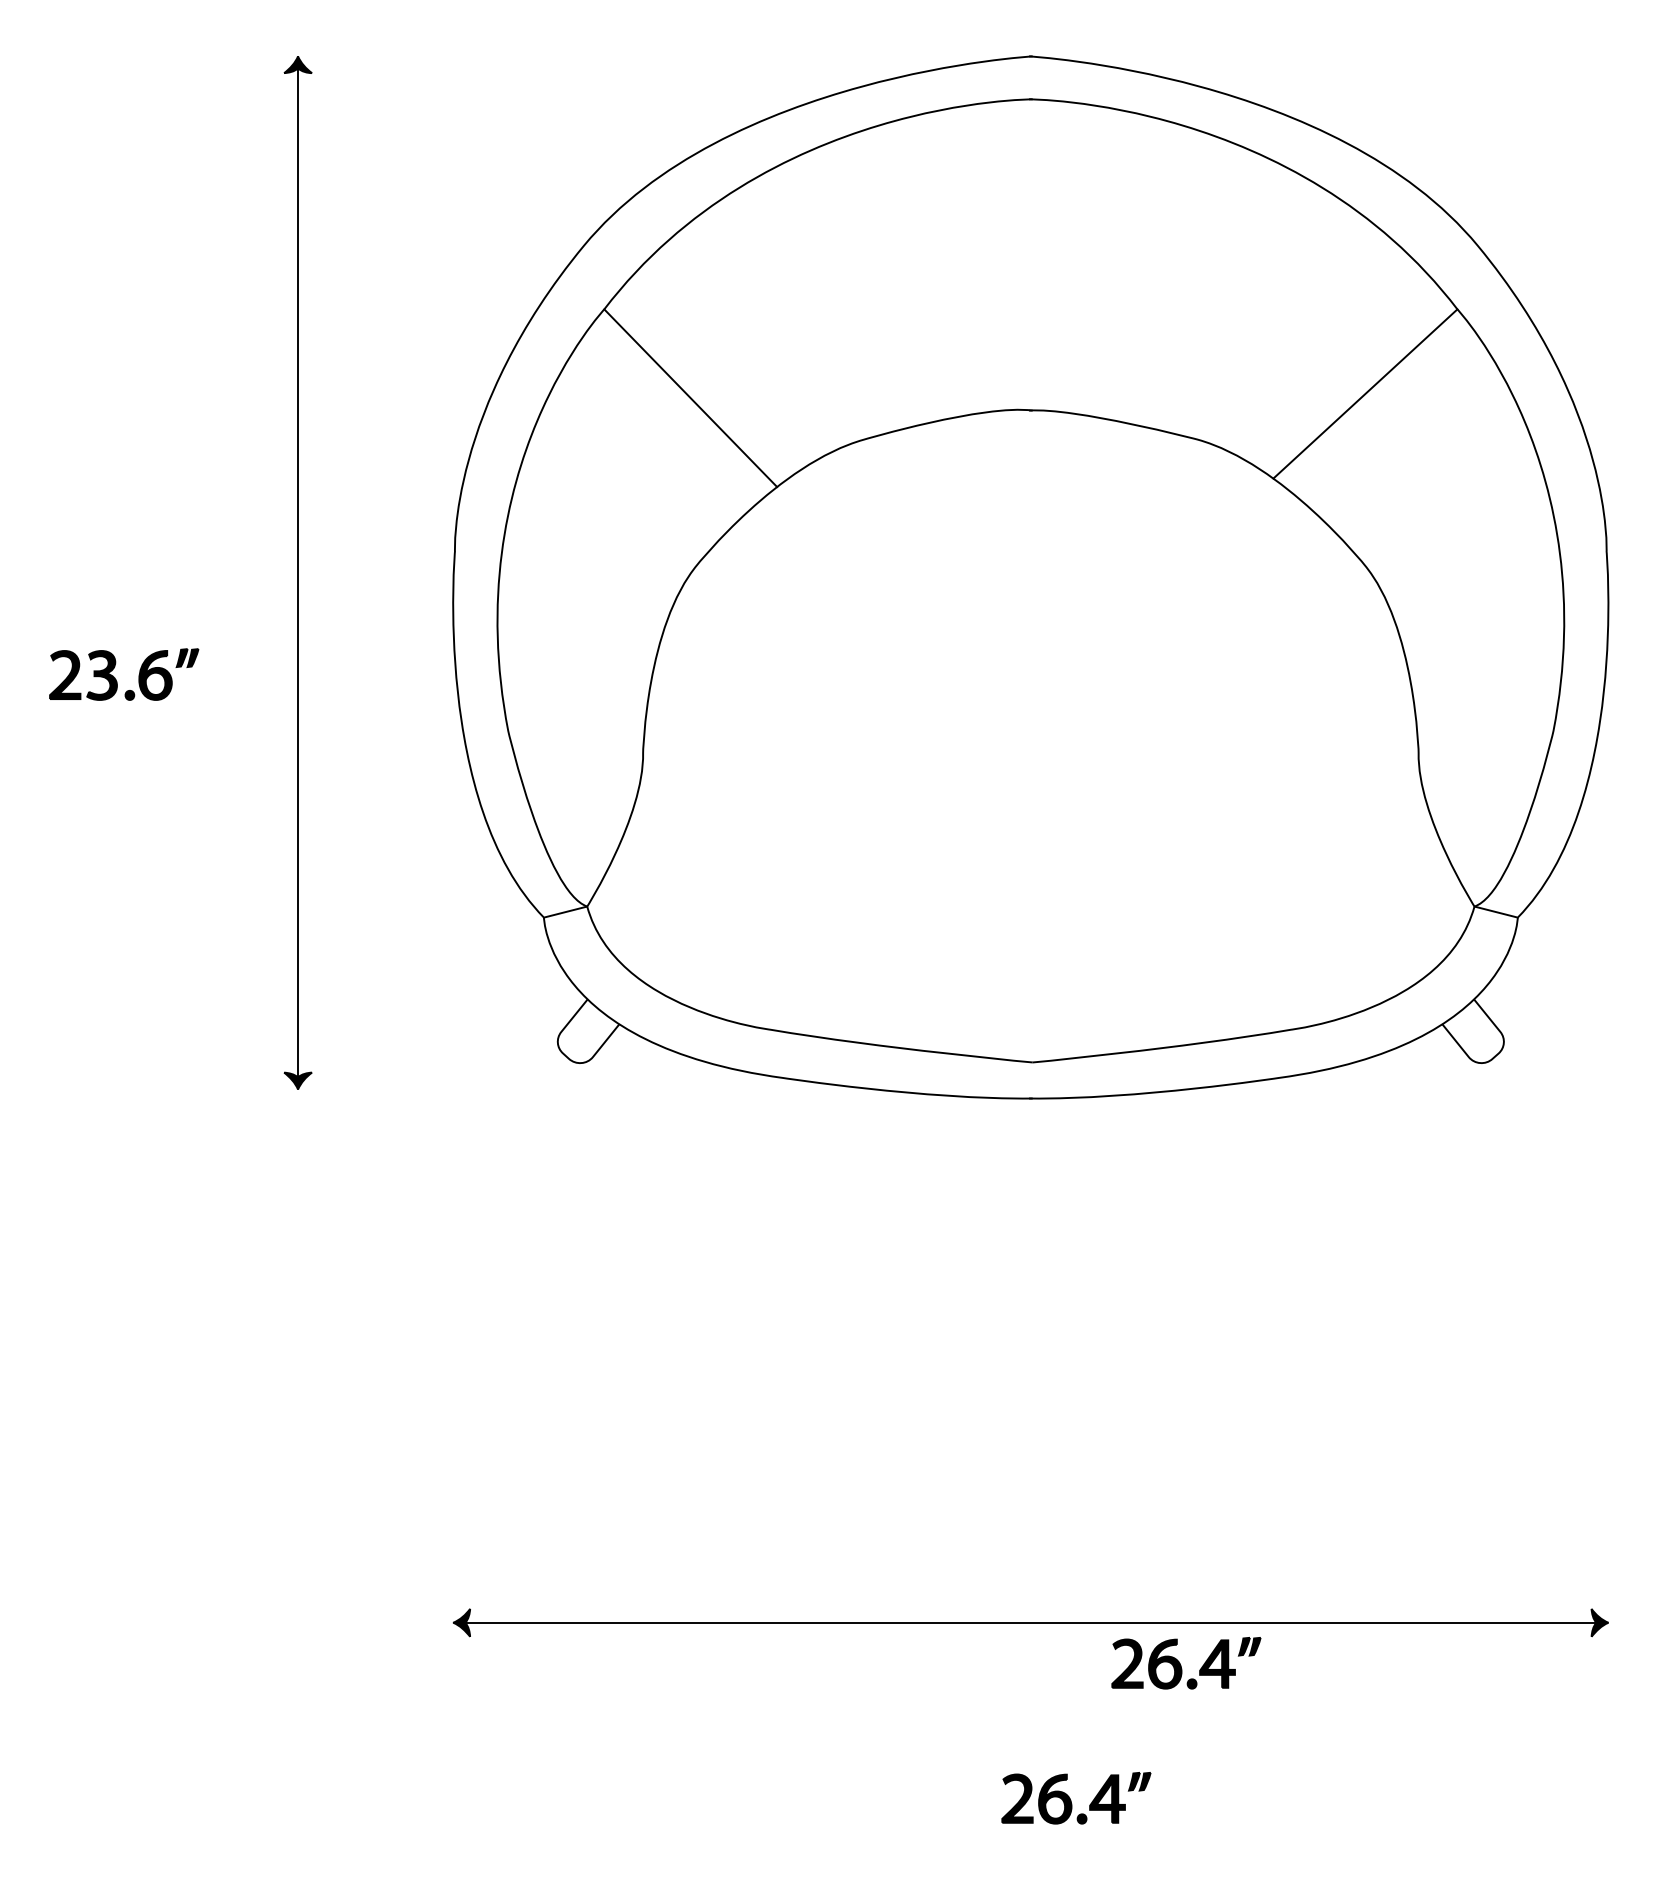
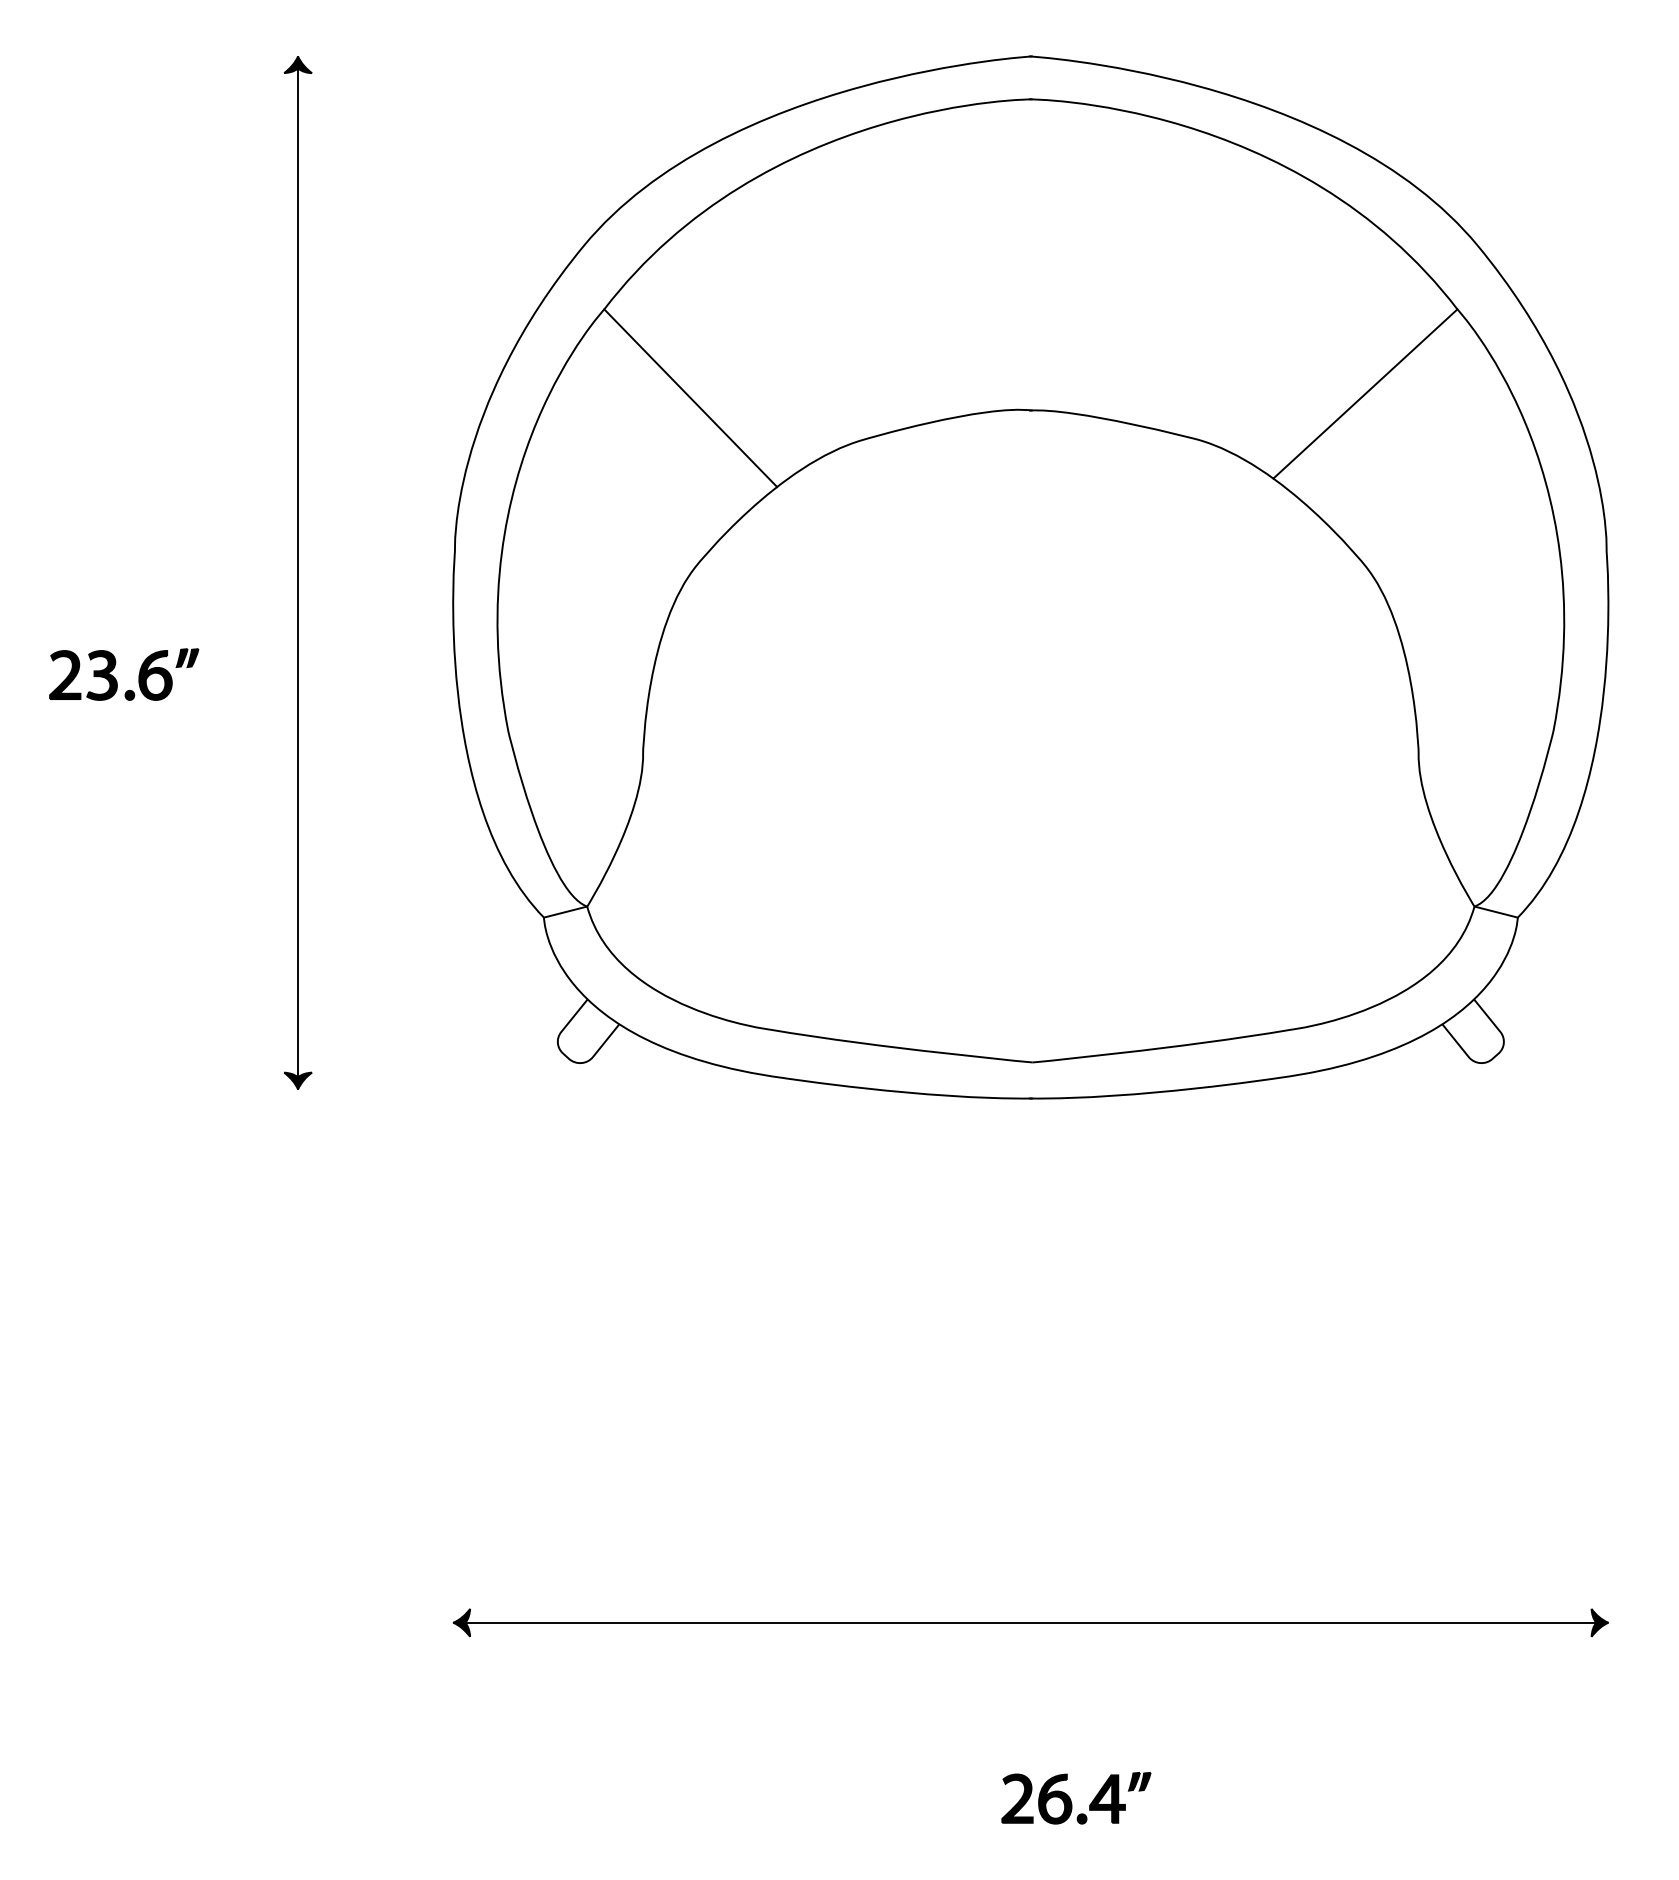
part at (1186, 1663): present -> none
